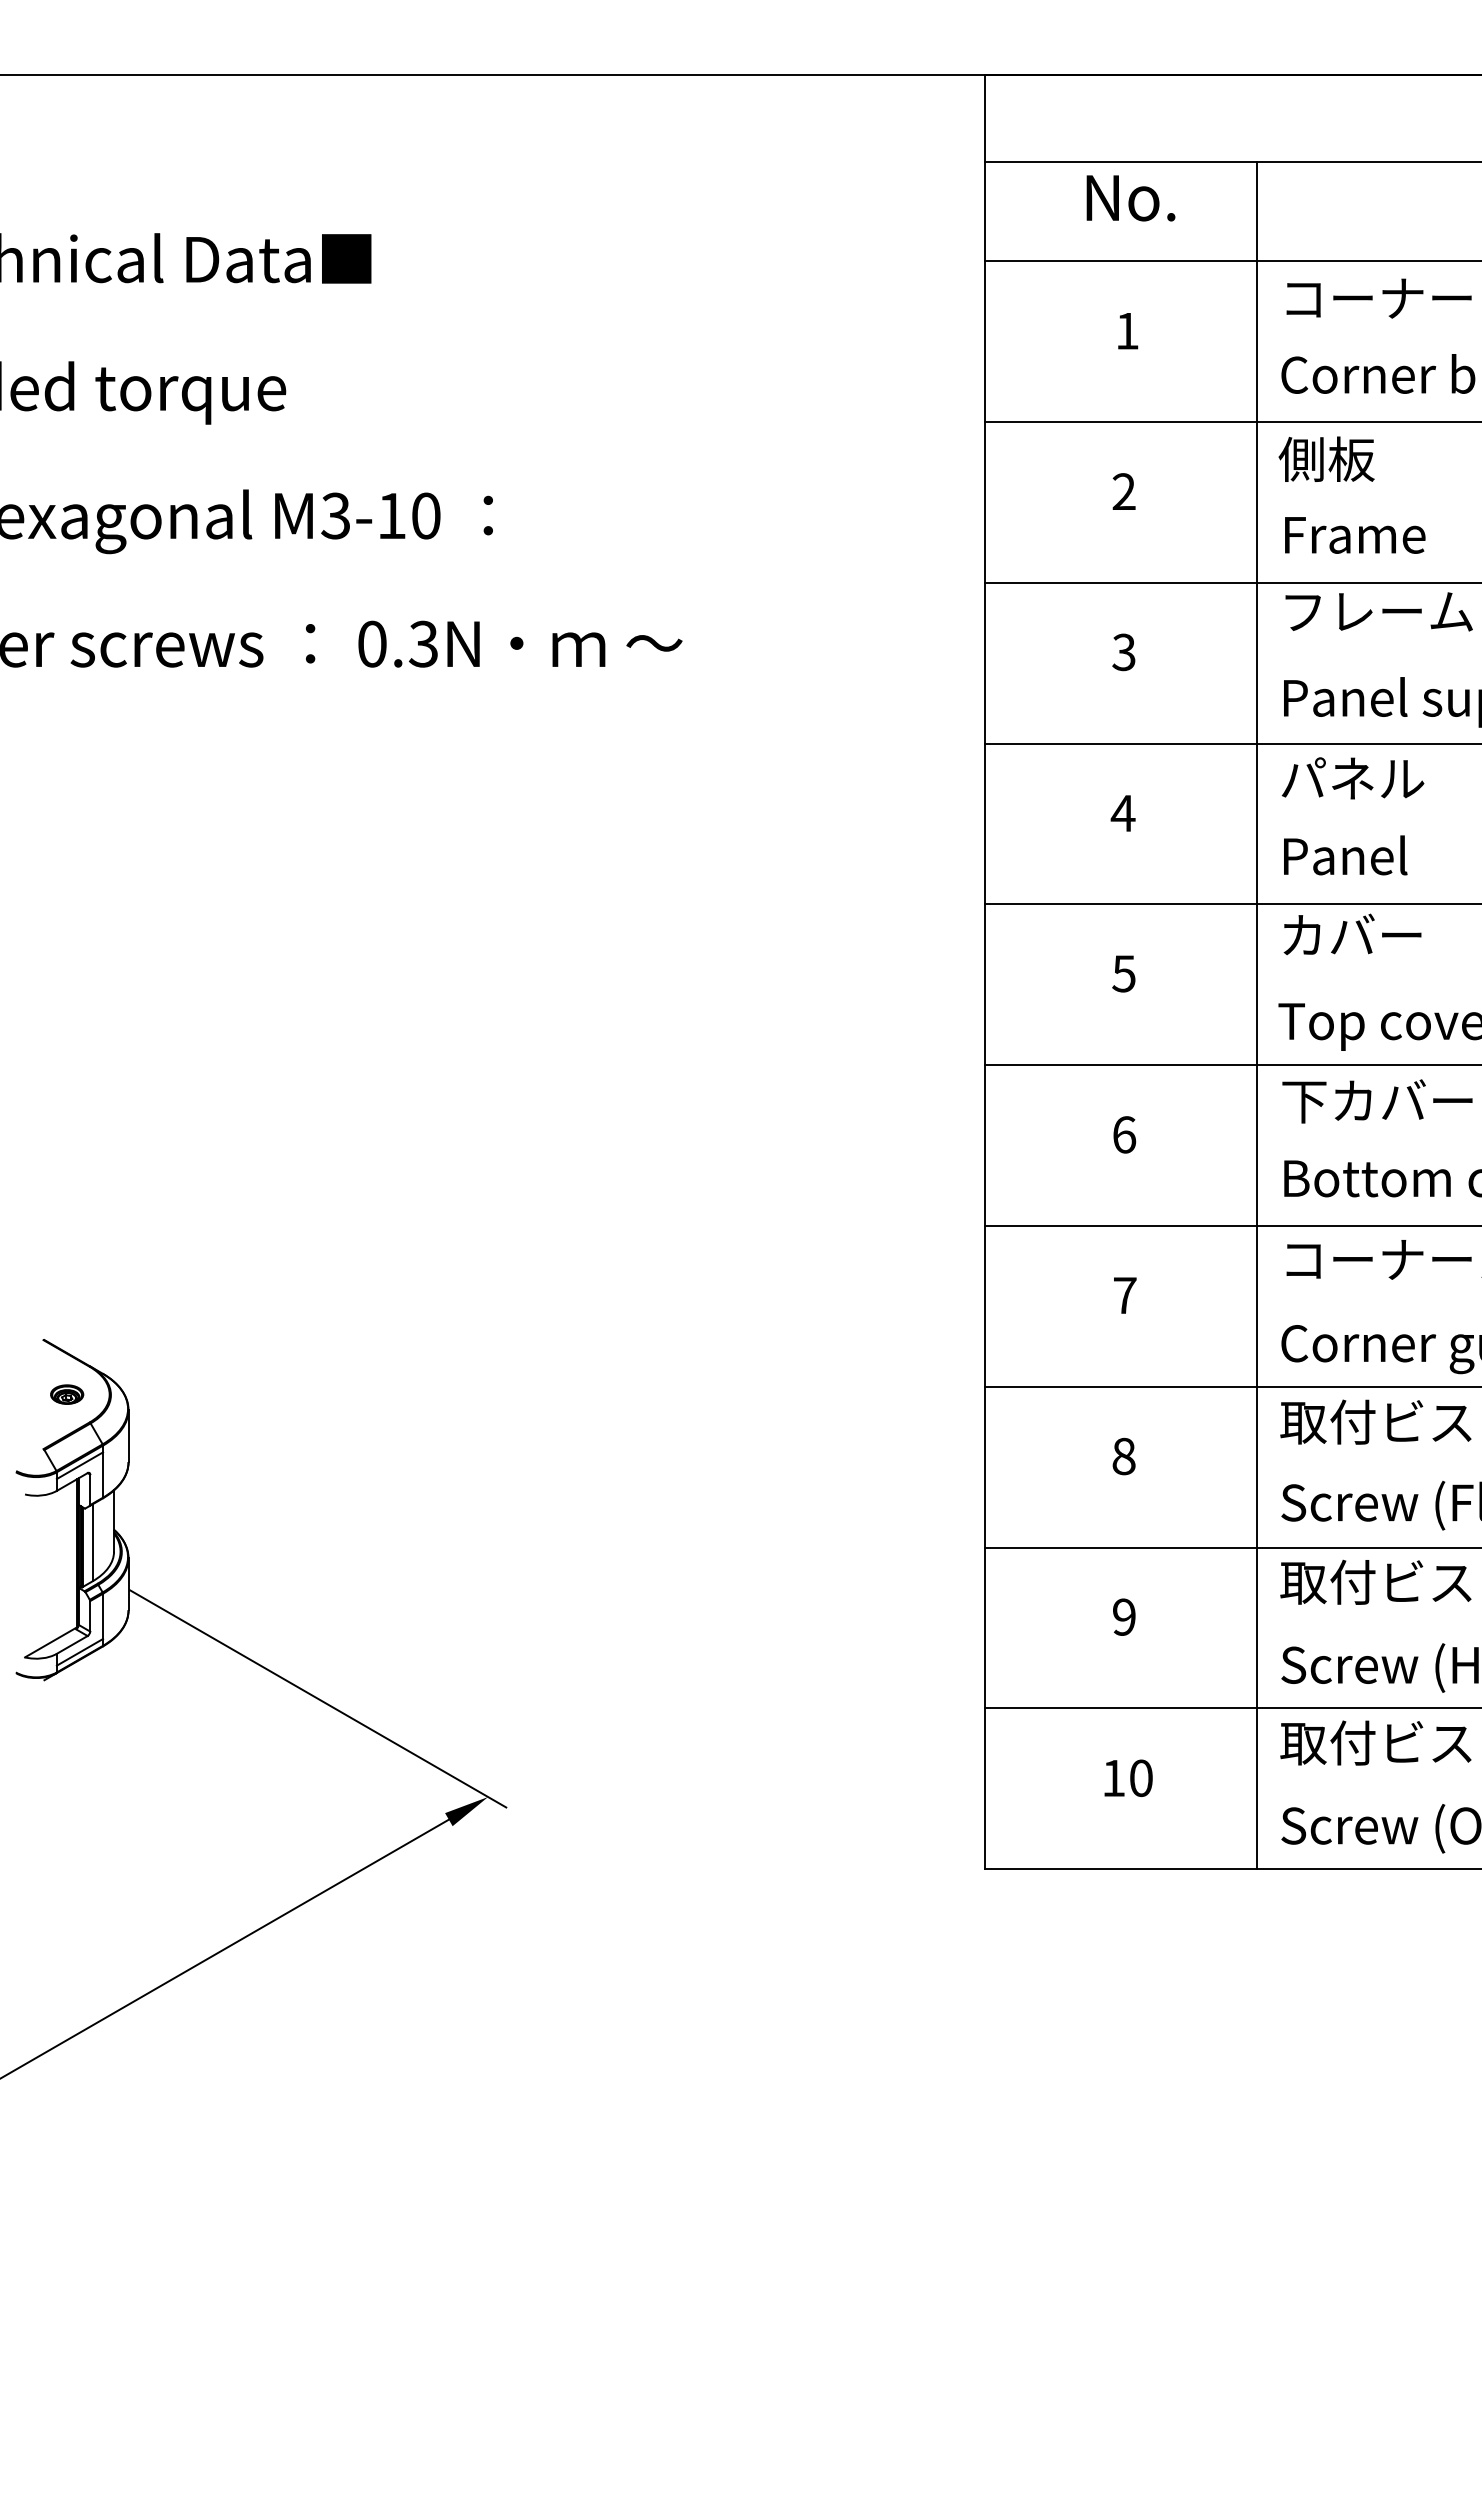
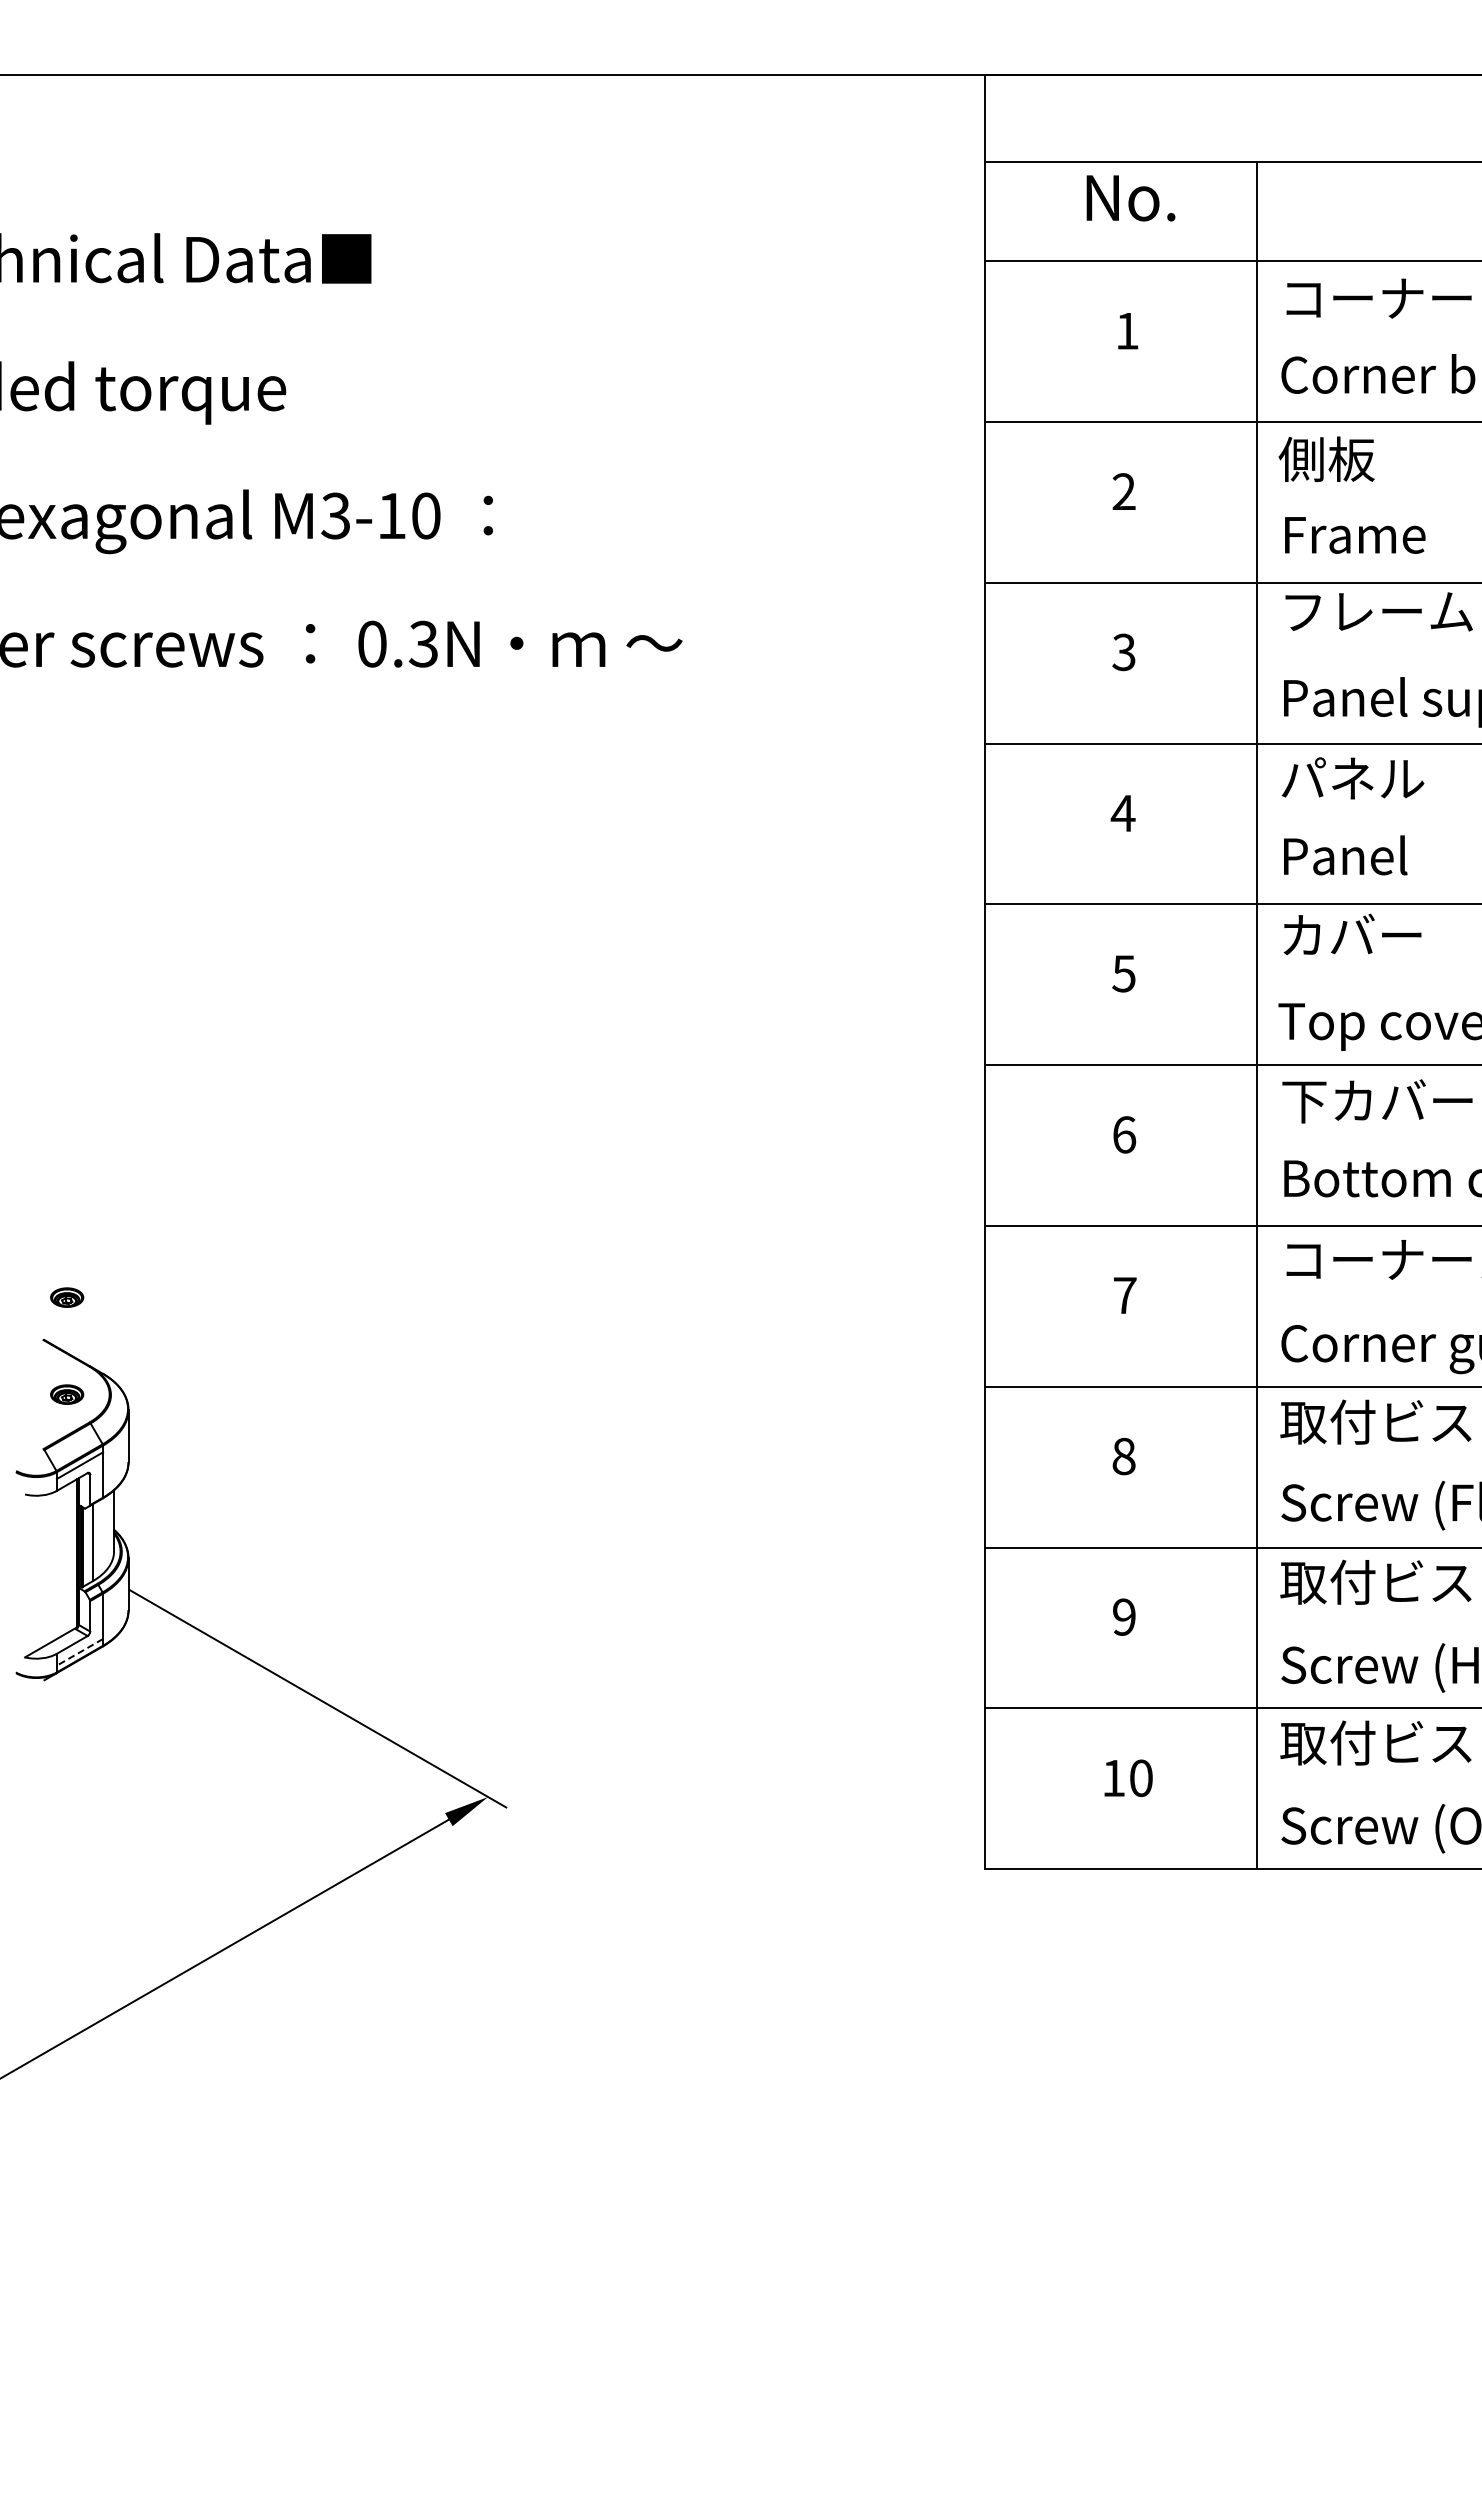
part at (67, 1297): none -> present
line at (79, 1652): solid -> dashed
